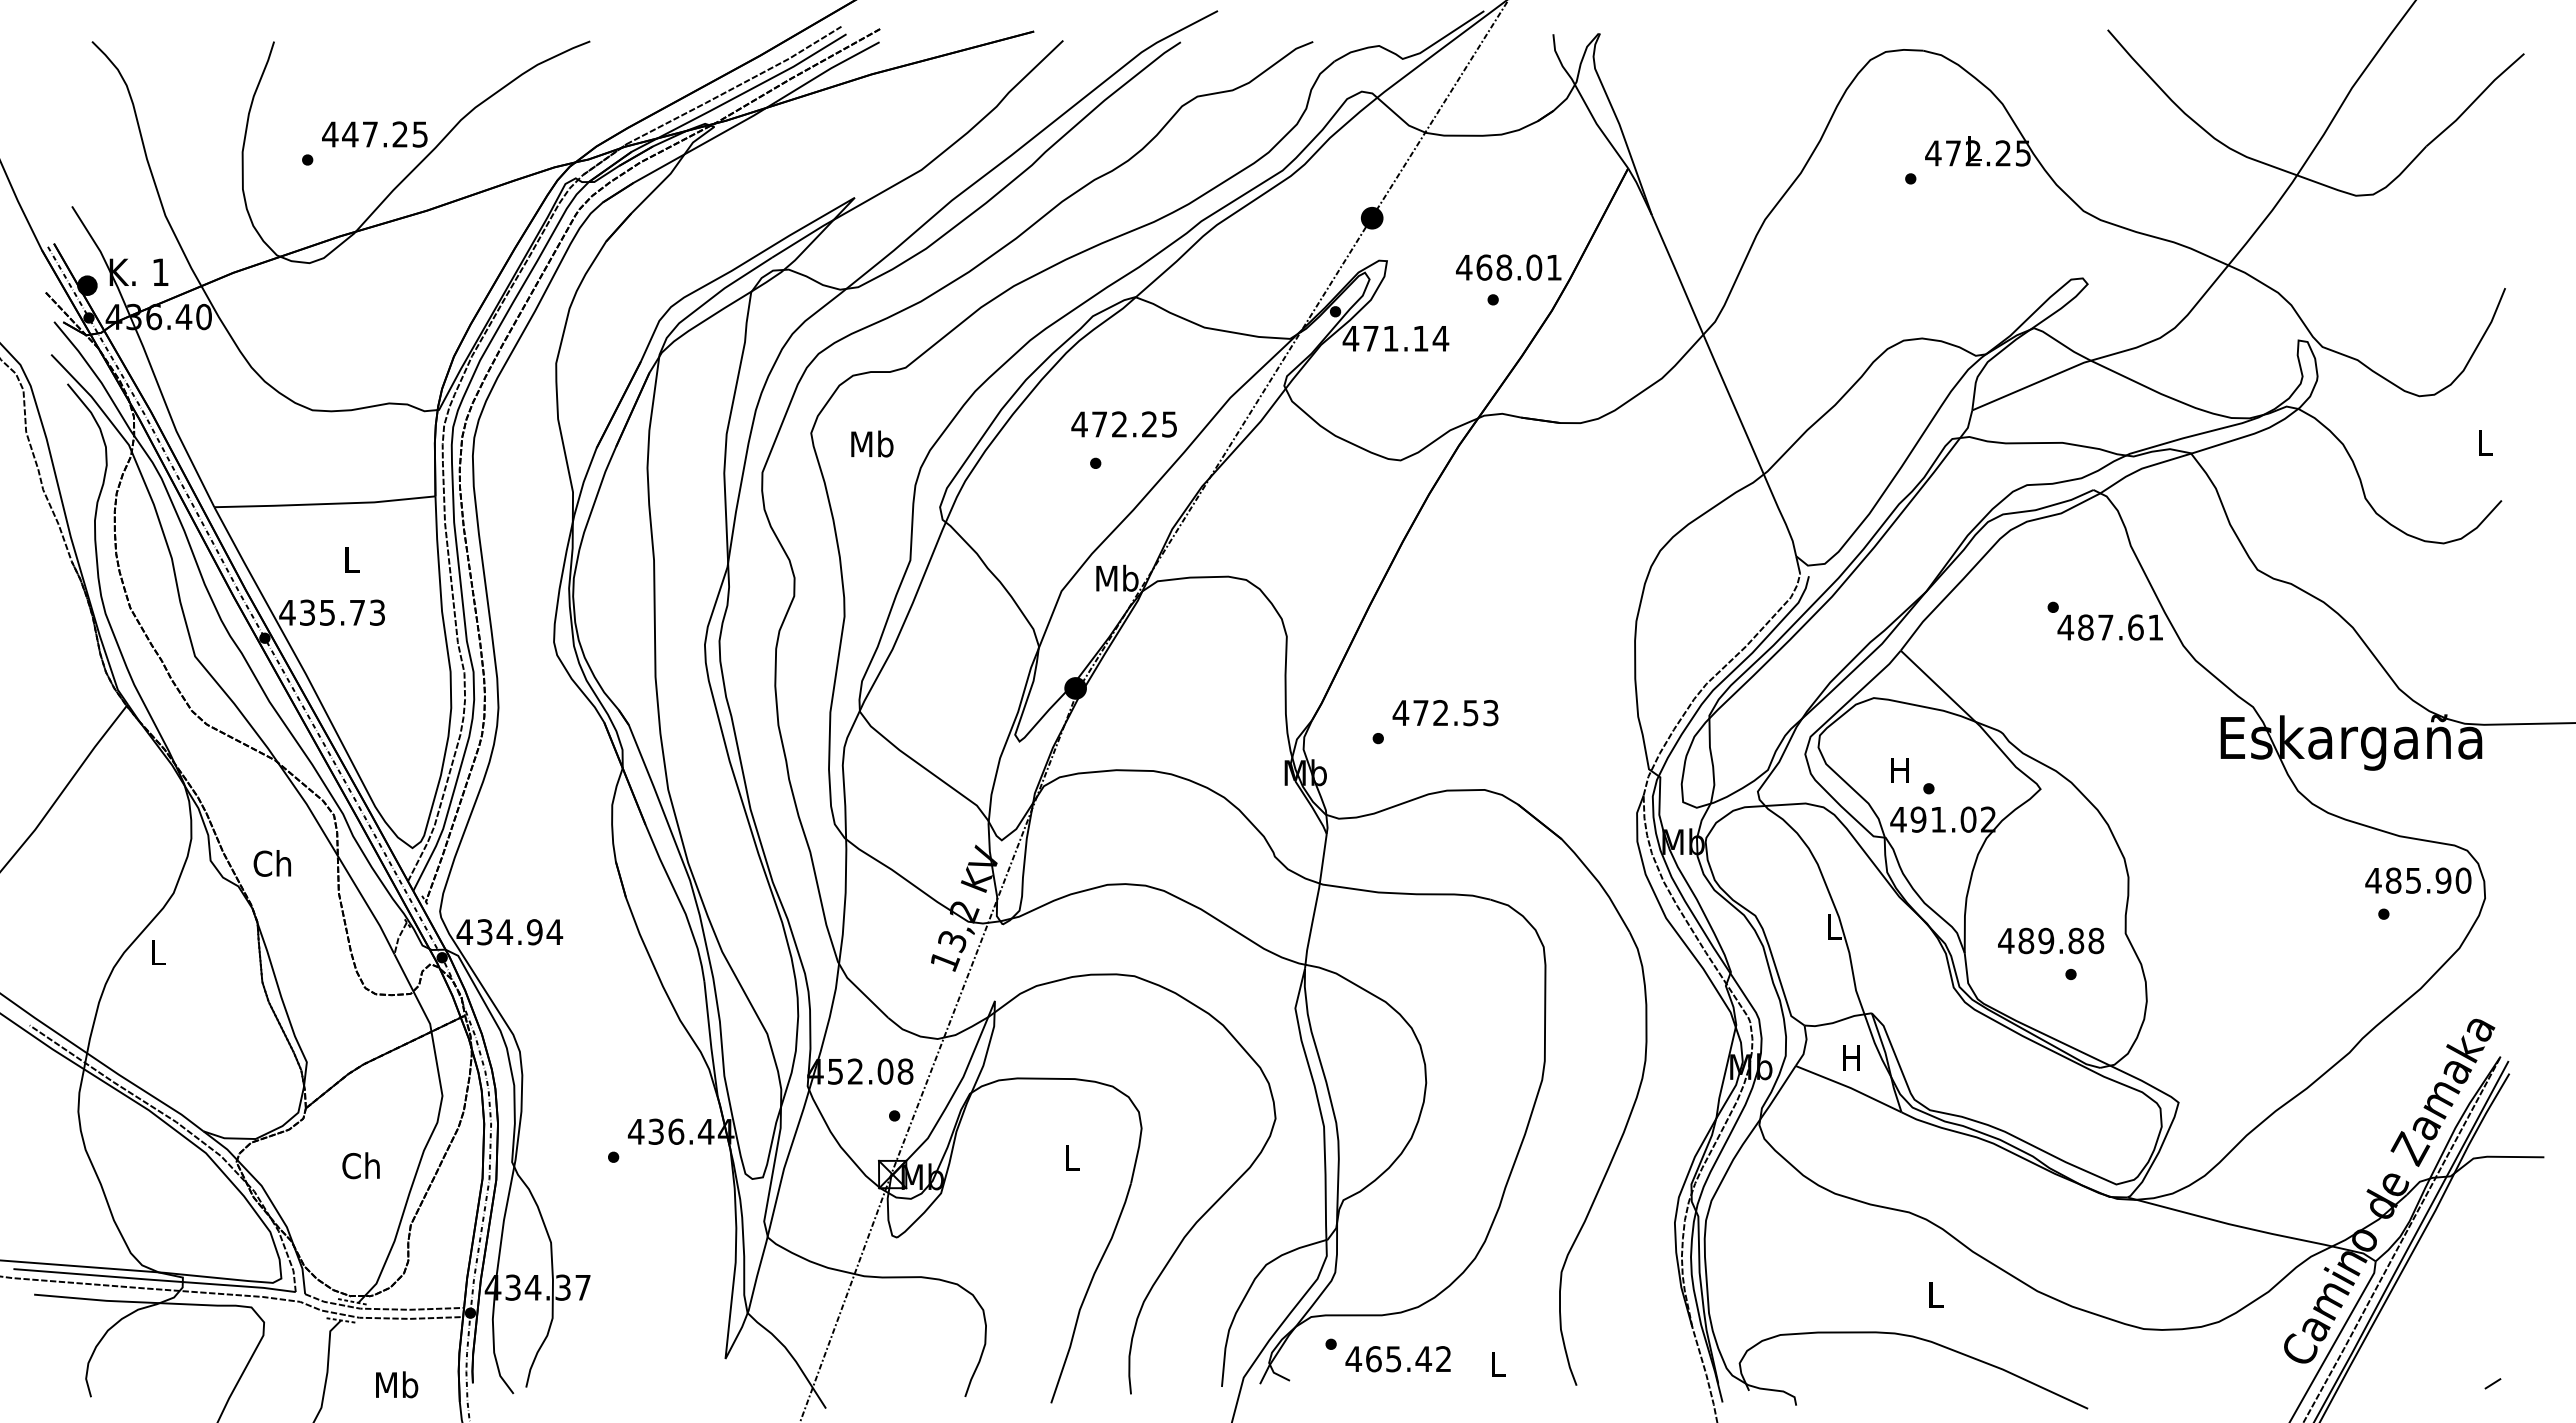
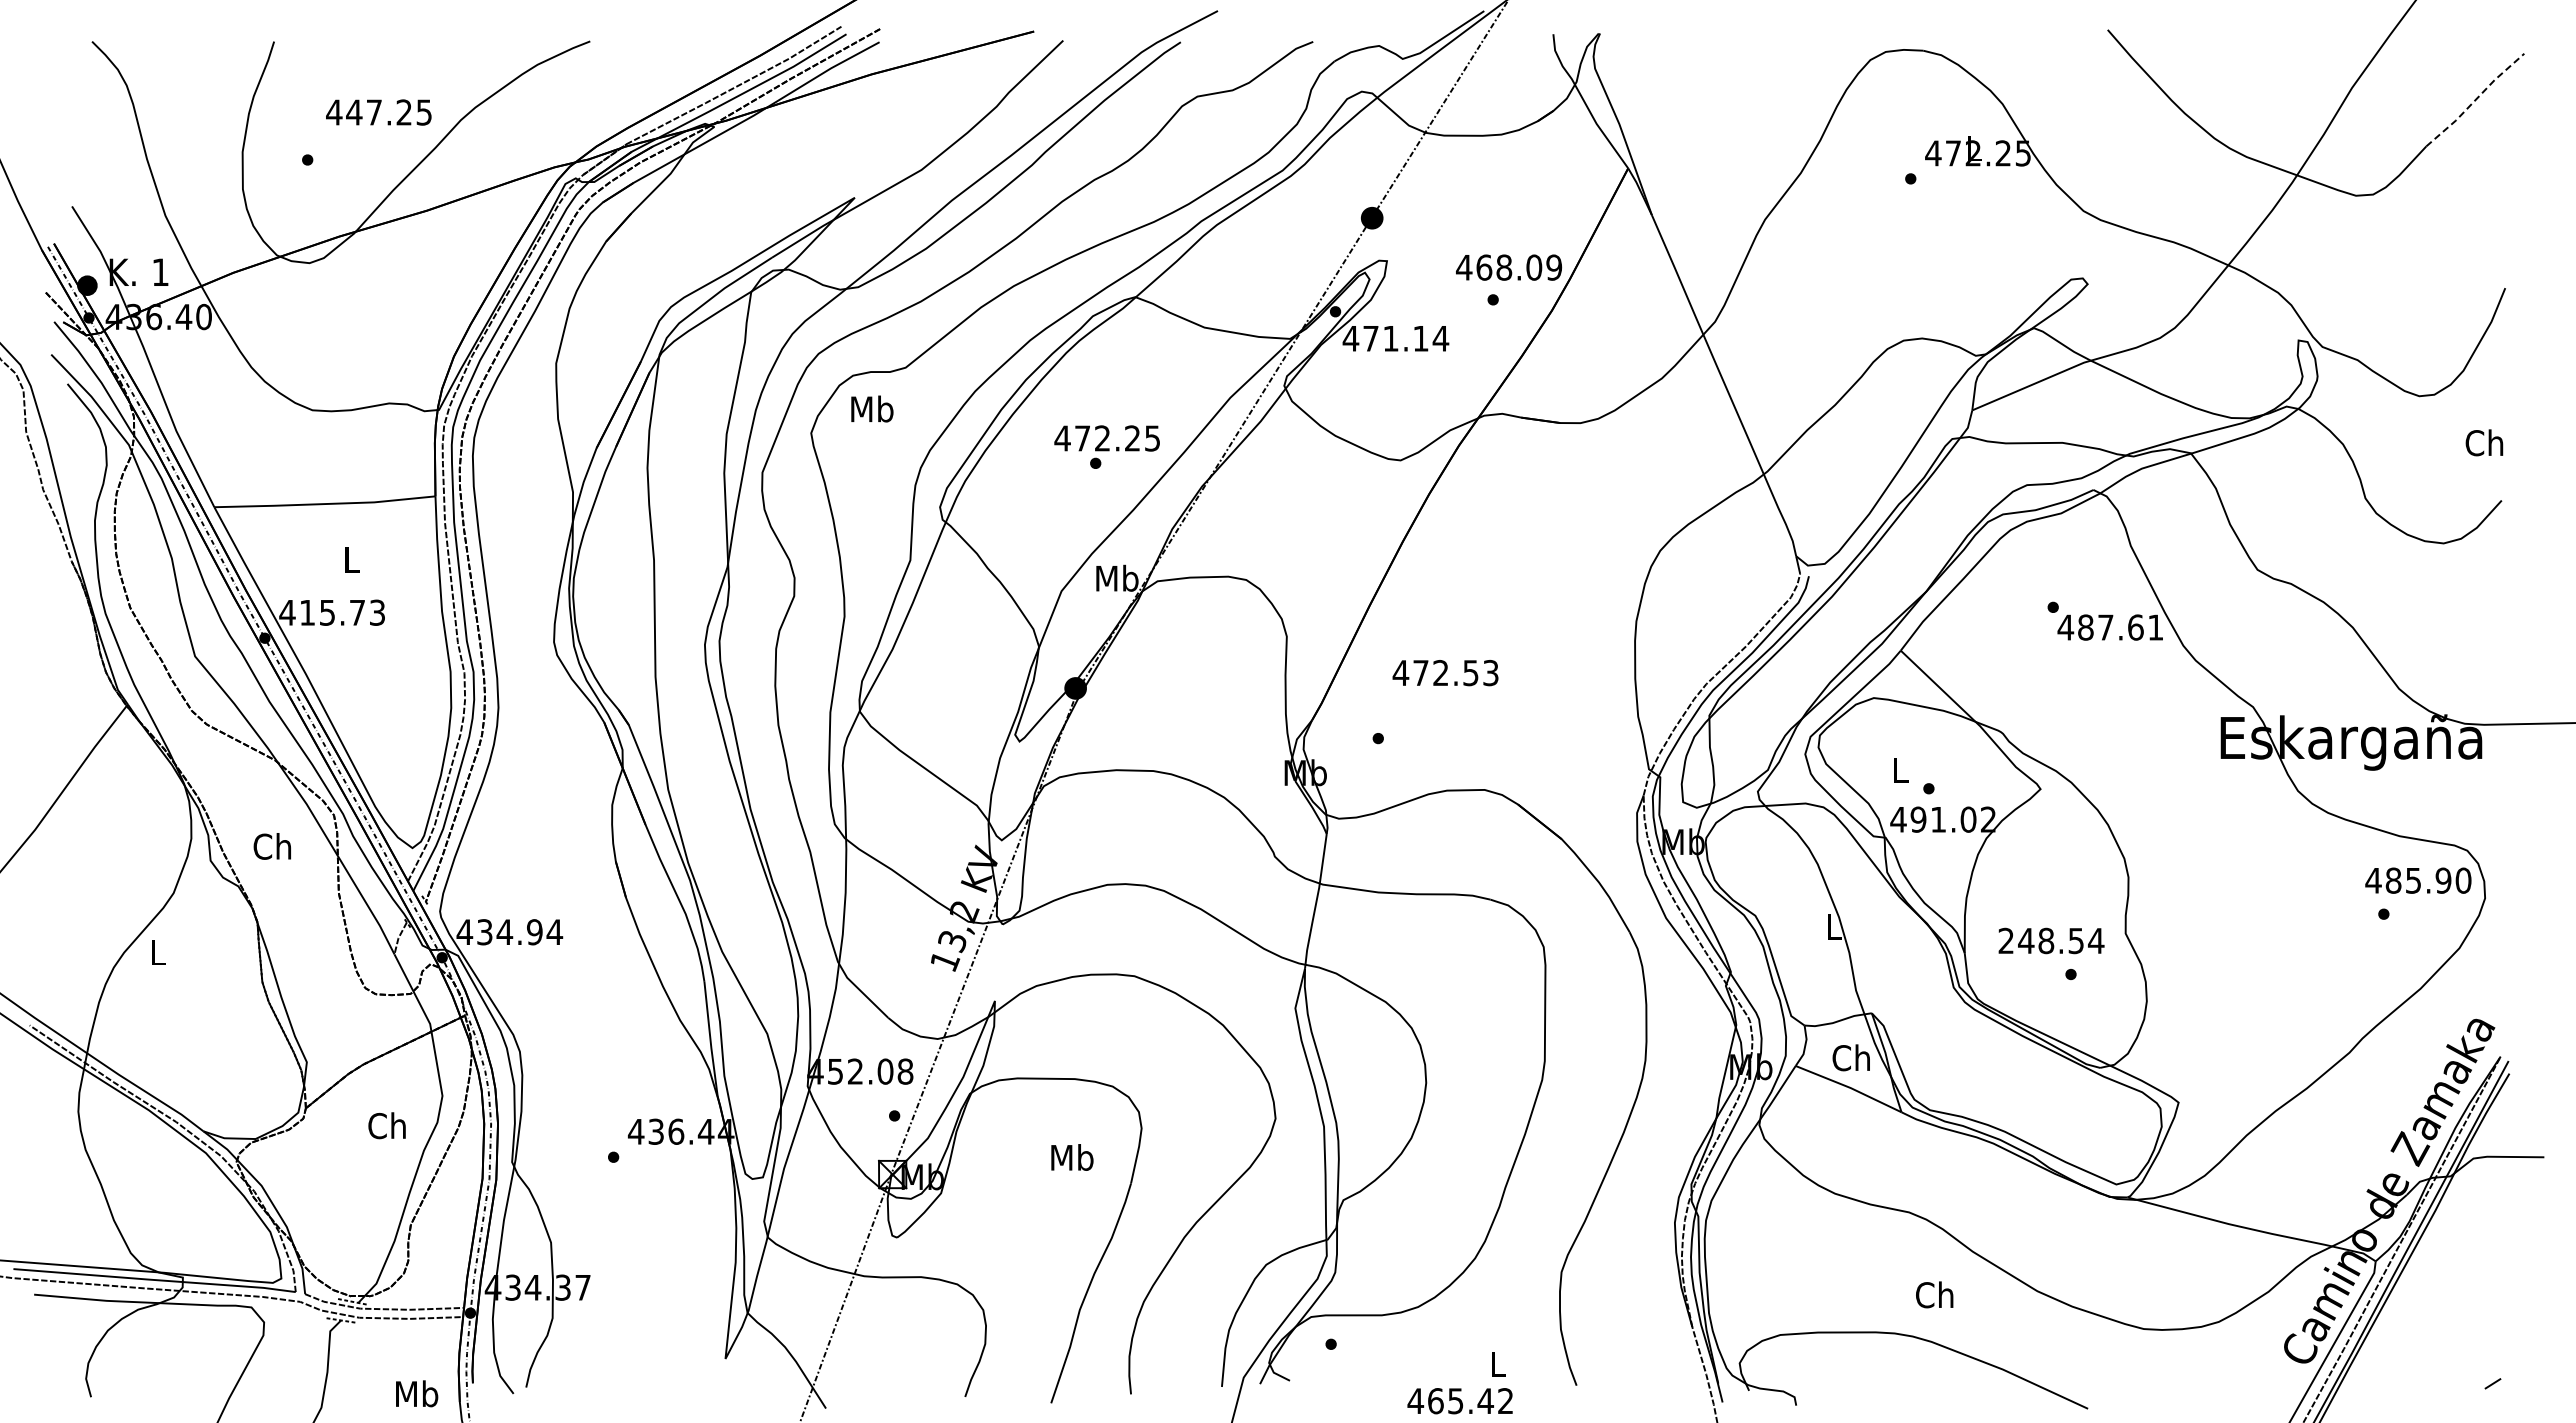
line at (2475, 99): solid -> dashed
text at (374, 134) position: (374, 134) -> (378, 112)
text at (1554, 267): 468.01 -> 468.09
text at (1123, 424) position: (1123, 424) -> (1106, 438)
text at (2484, 442): L -> Ch
text at (872, 443) position: (872, 443) -> (872, 408)
text at (307, 612): 435.73 -> 415.73
text at (1445, 713) position: (1445, 713) -> (1445, 673)
text at (1899, 770): H -> L
text at (271, 863) position: (271, 863) -> (271, 846)
text at (2051, 940): 489.88 -> 248.54
text at (1850, 1057): H -> Ch
text at (1072, 1157): L -> Mb
text at (360, 1165) position: (360, 1165) -> (386, 1125)
text at (1934, 1294): L -> Ch
text at (1397, 1359) position: (1397, 1359) -> (1459, 1401)
text at (397, 1384) position: (397, 1384) -> (417, 1393)
